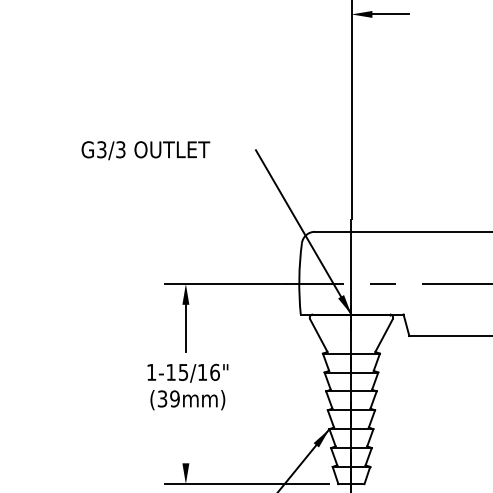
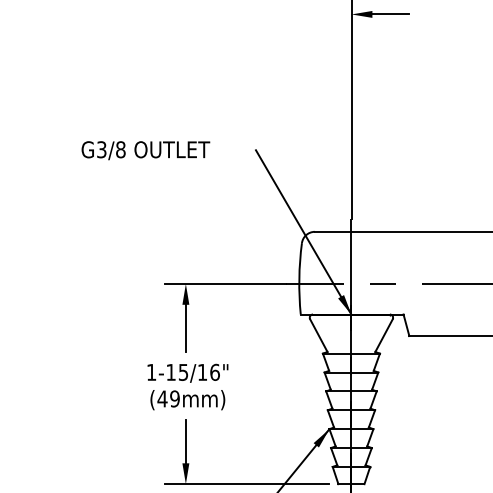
text at (120, 149): G3/3 -> G3/8
text at (162, 398): (39mm) -> (49mm)
line at (185, 441): none -> present
